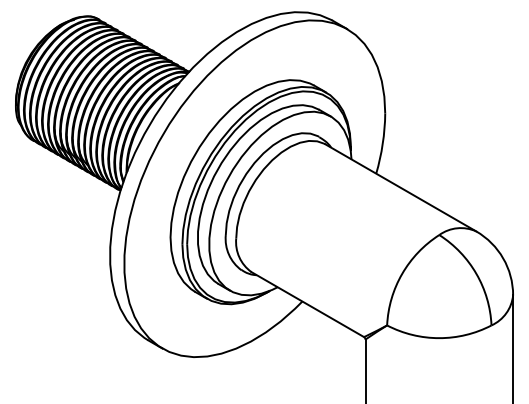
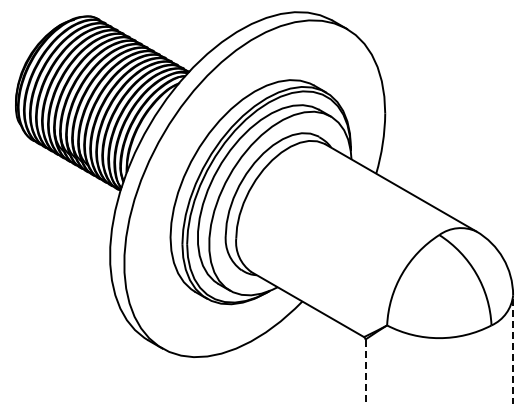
line at (513, 349): solid -> dashed
line at (365, 372): solid -> dashed
